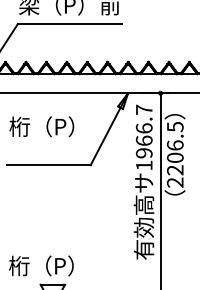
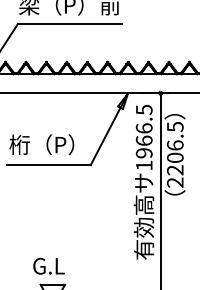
text at (144, 109): 1966.7 -> 1966.5
text at (41, 126) position: (41, 126) -> (41, 144)
text at (41, 265): 桁（P） -> G.L
